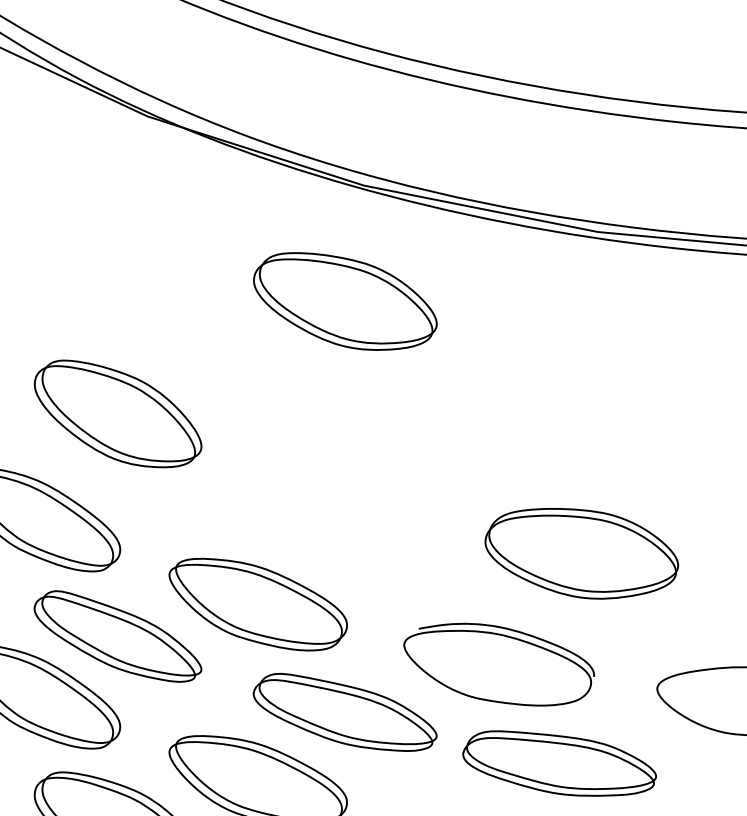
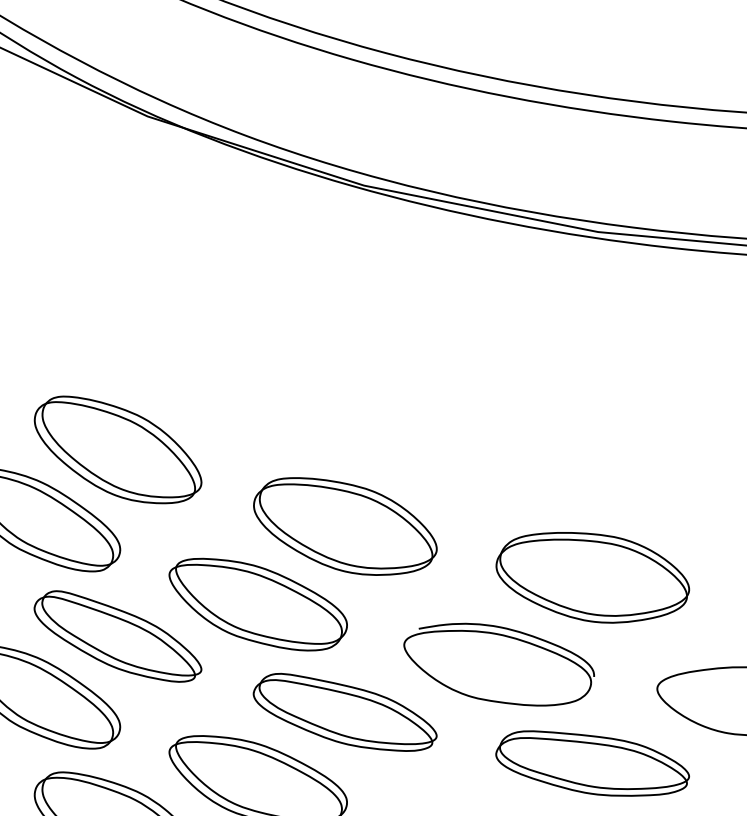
part at (345, 301) position: (345, 301) -> (345, 526)
part at (117, 413) position: (117, 413) -> (117, 449)
part at (581, 553) position: (581, 553) -> (592, 577)
part at (559, 763) position: (559, 763) -> (592, 763)
